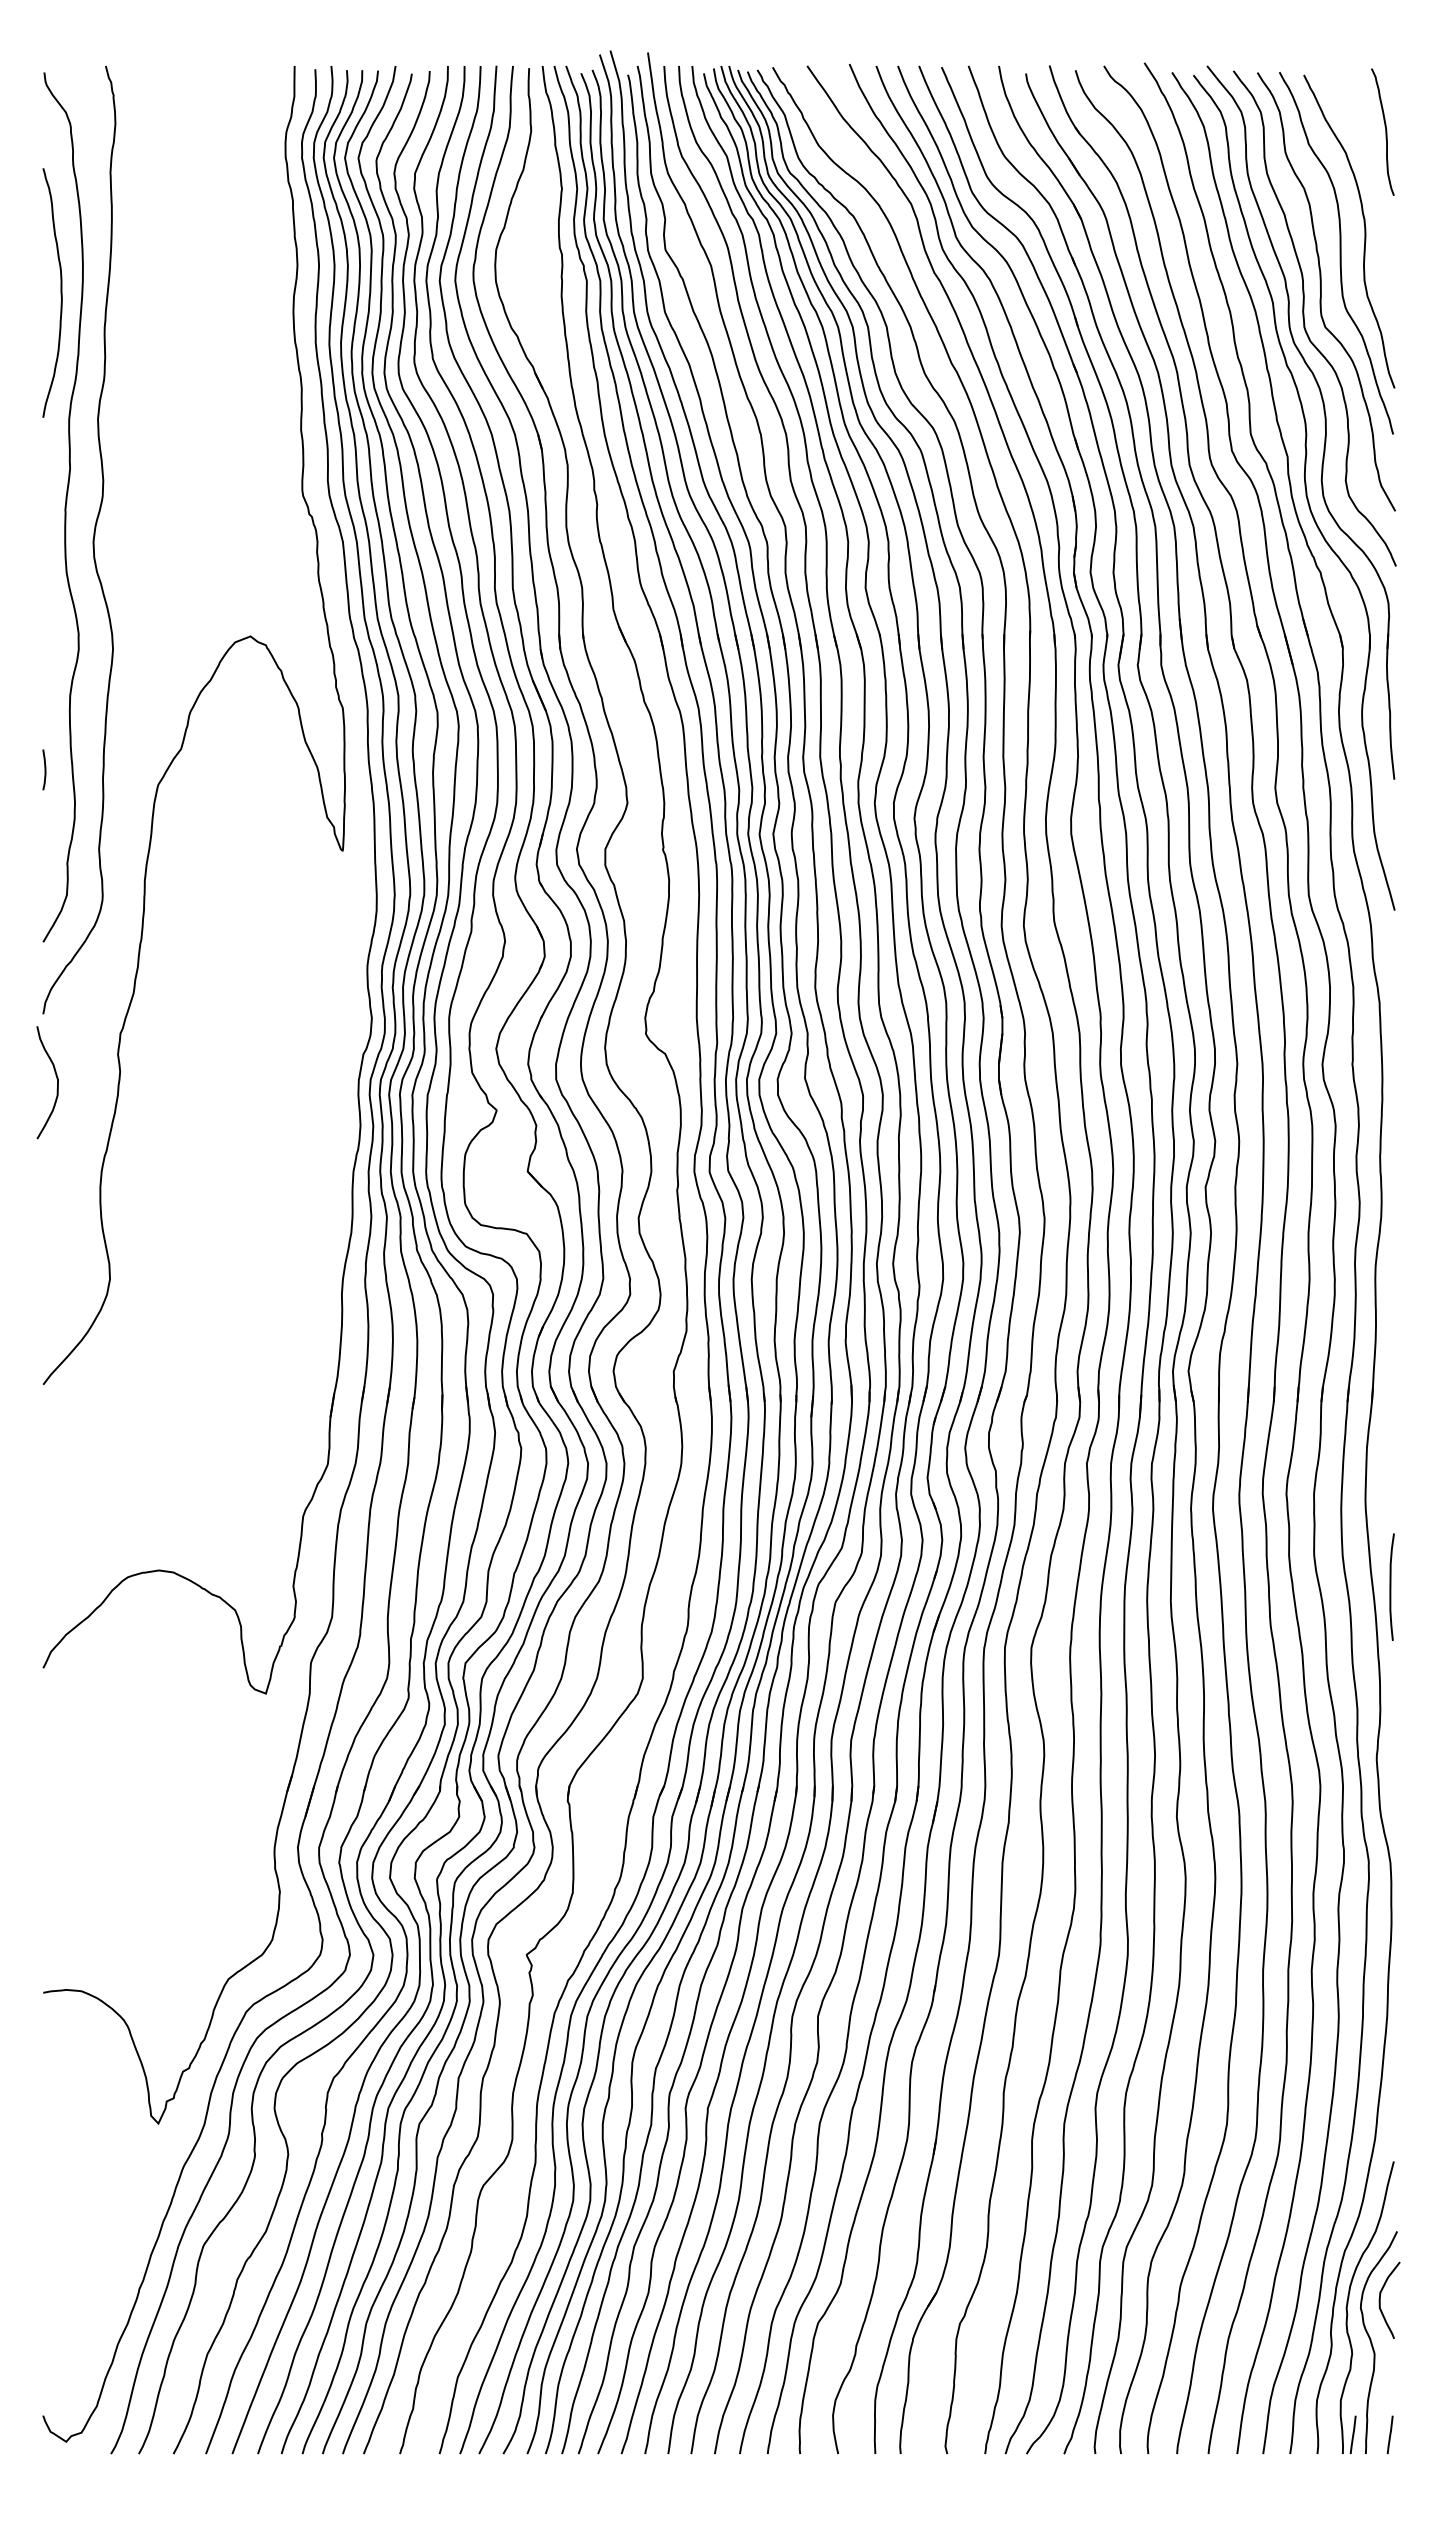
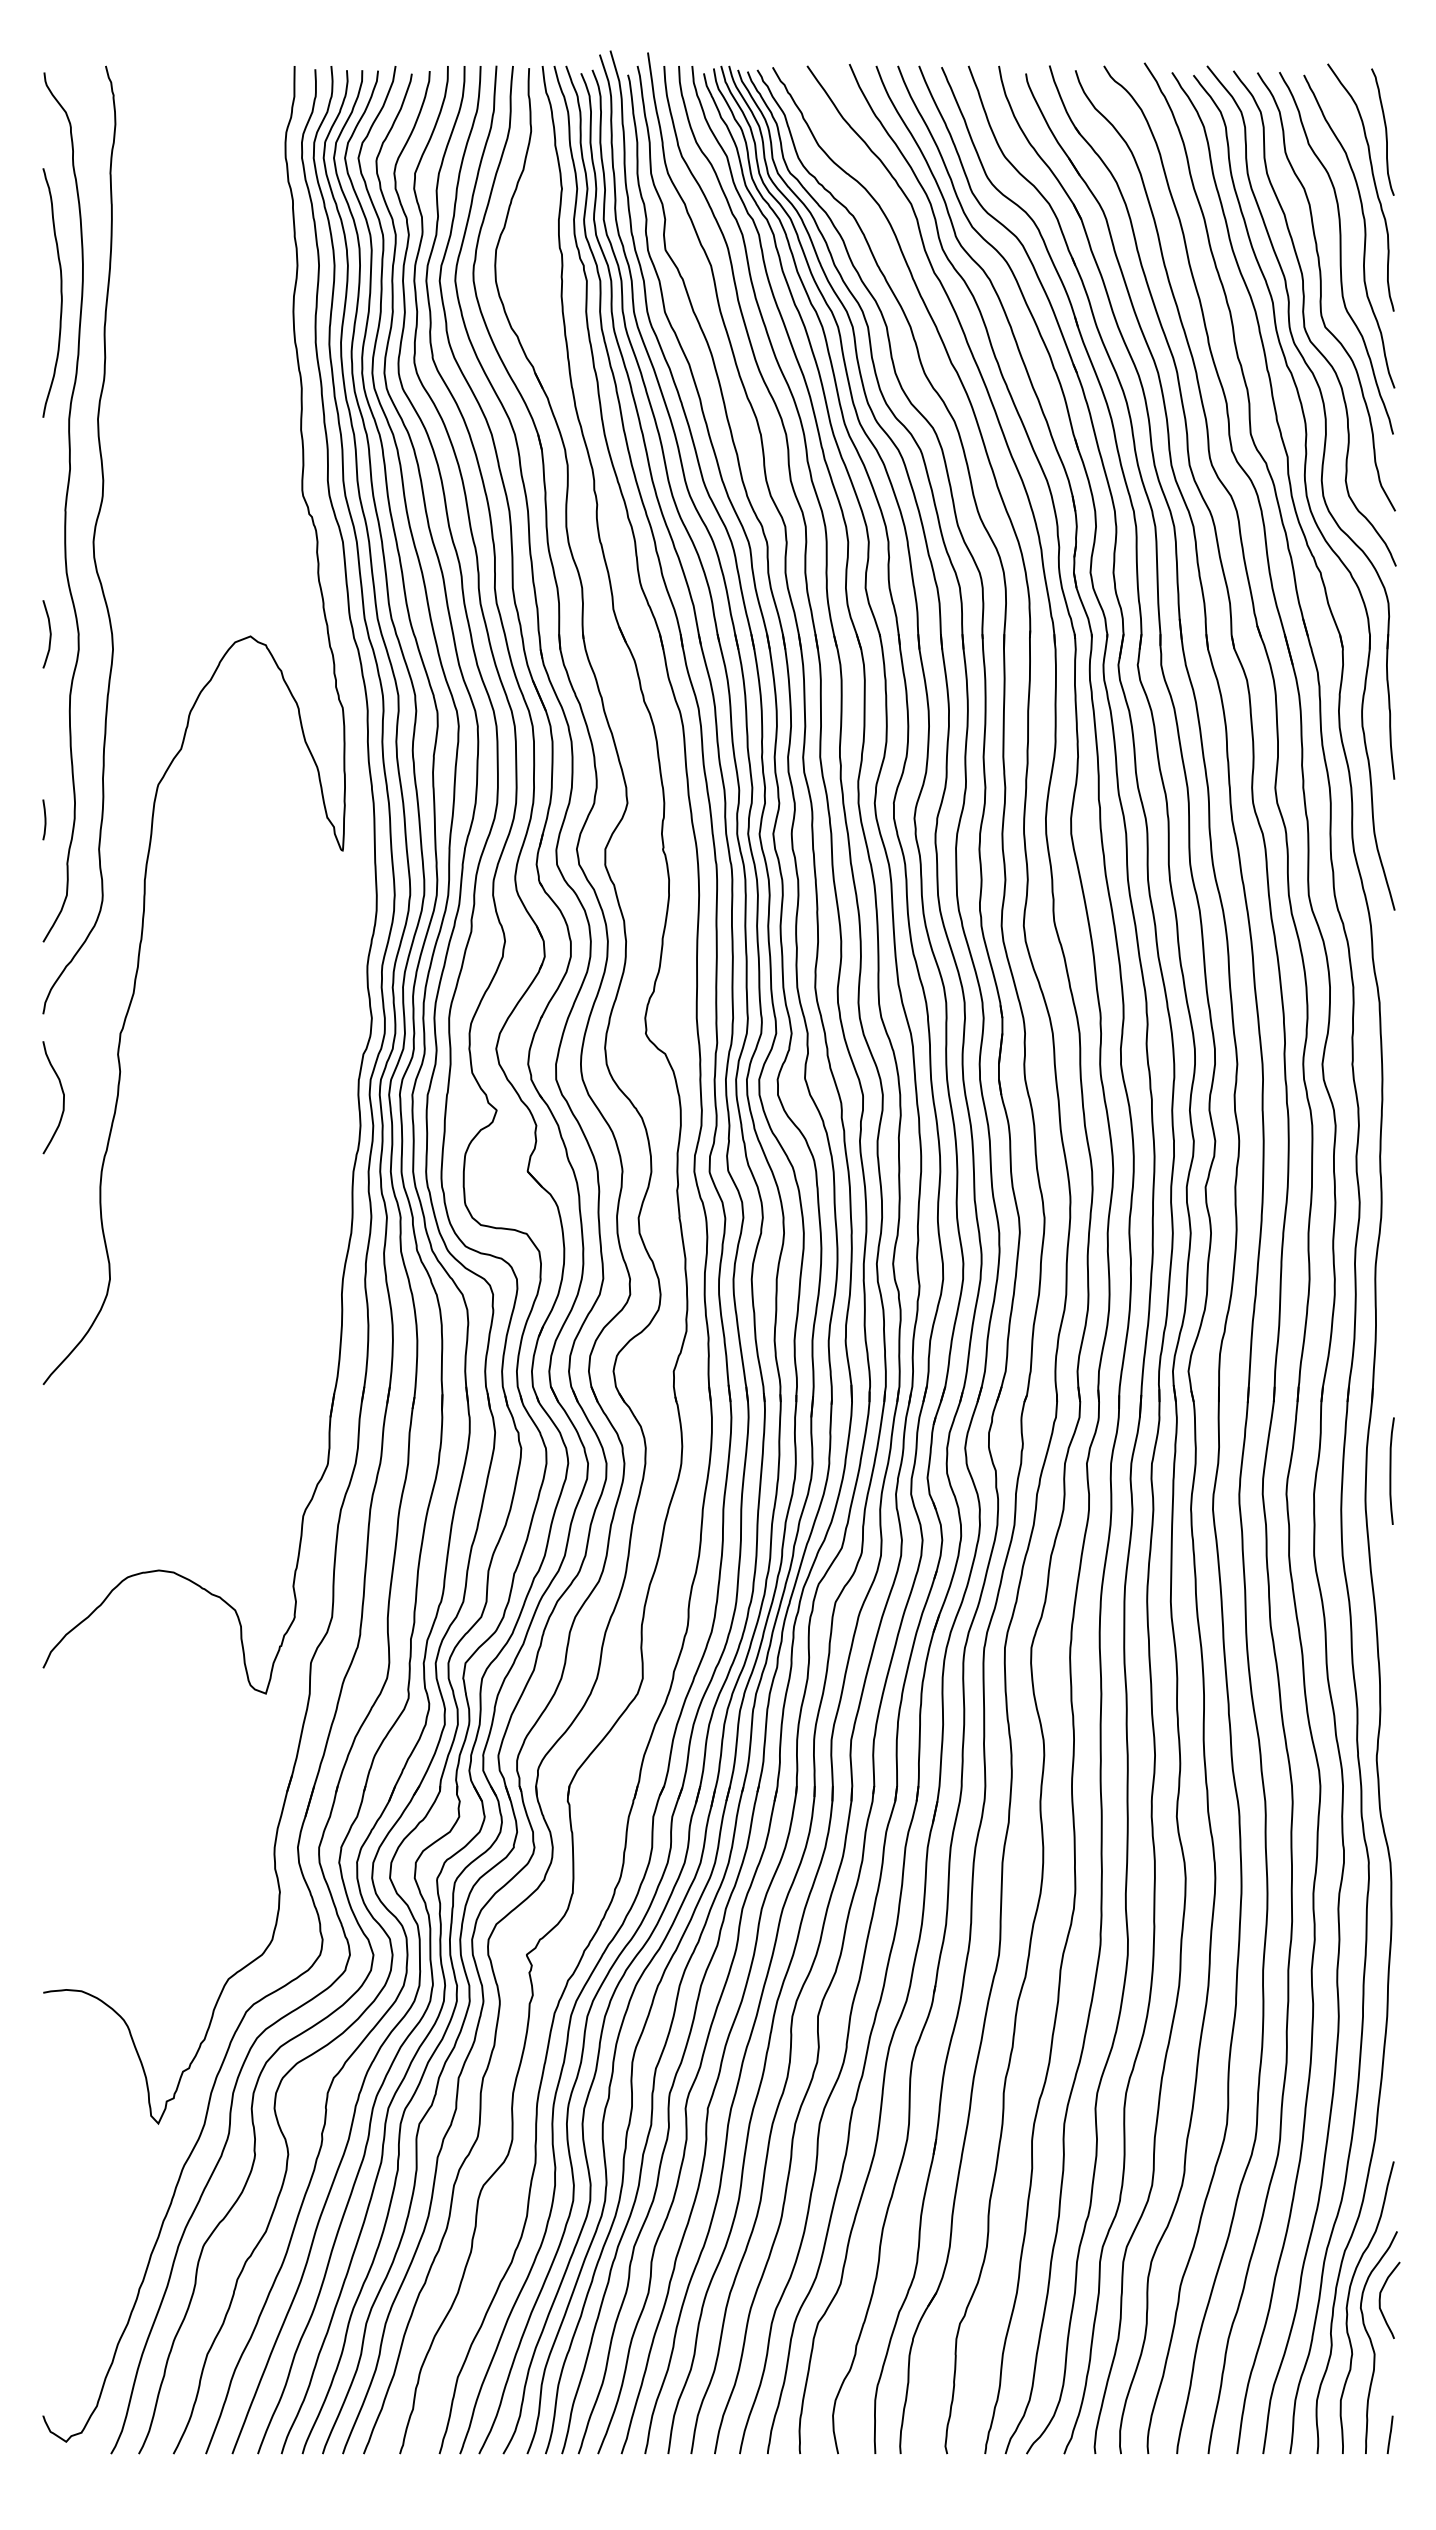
curve at (1373, 182): none -> present
curve at (49, 634): none -> present
curve at (44, 769) position: (44, 769) -> (44, 819)
part at (56, 1078) position: (56, 1078) -> (62, 1093)
curve at (1391, 1586) position: (1391, 1586) -> (1391, 1470)
line at (1352, 2434): present -> none
